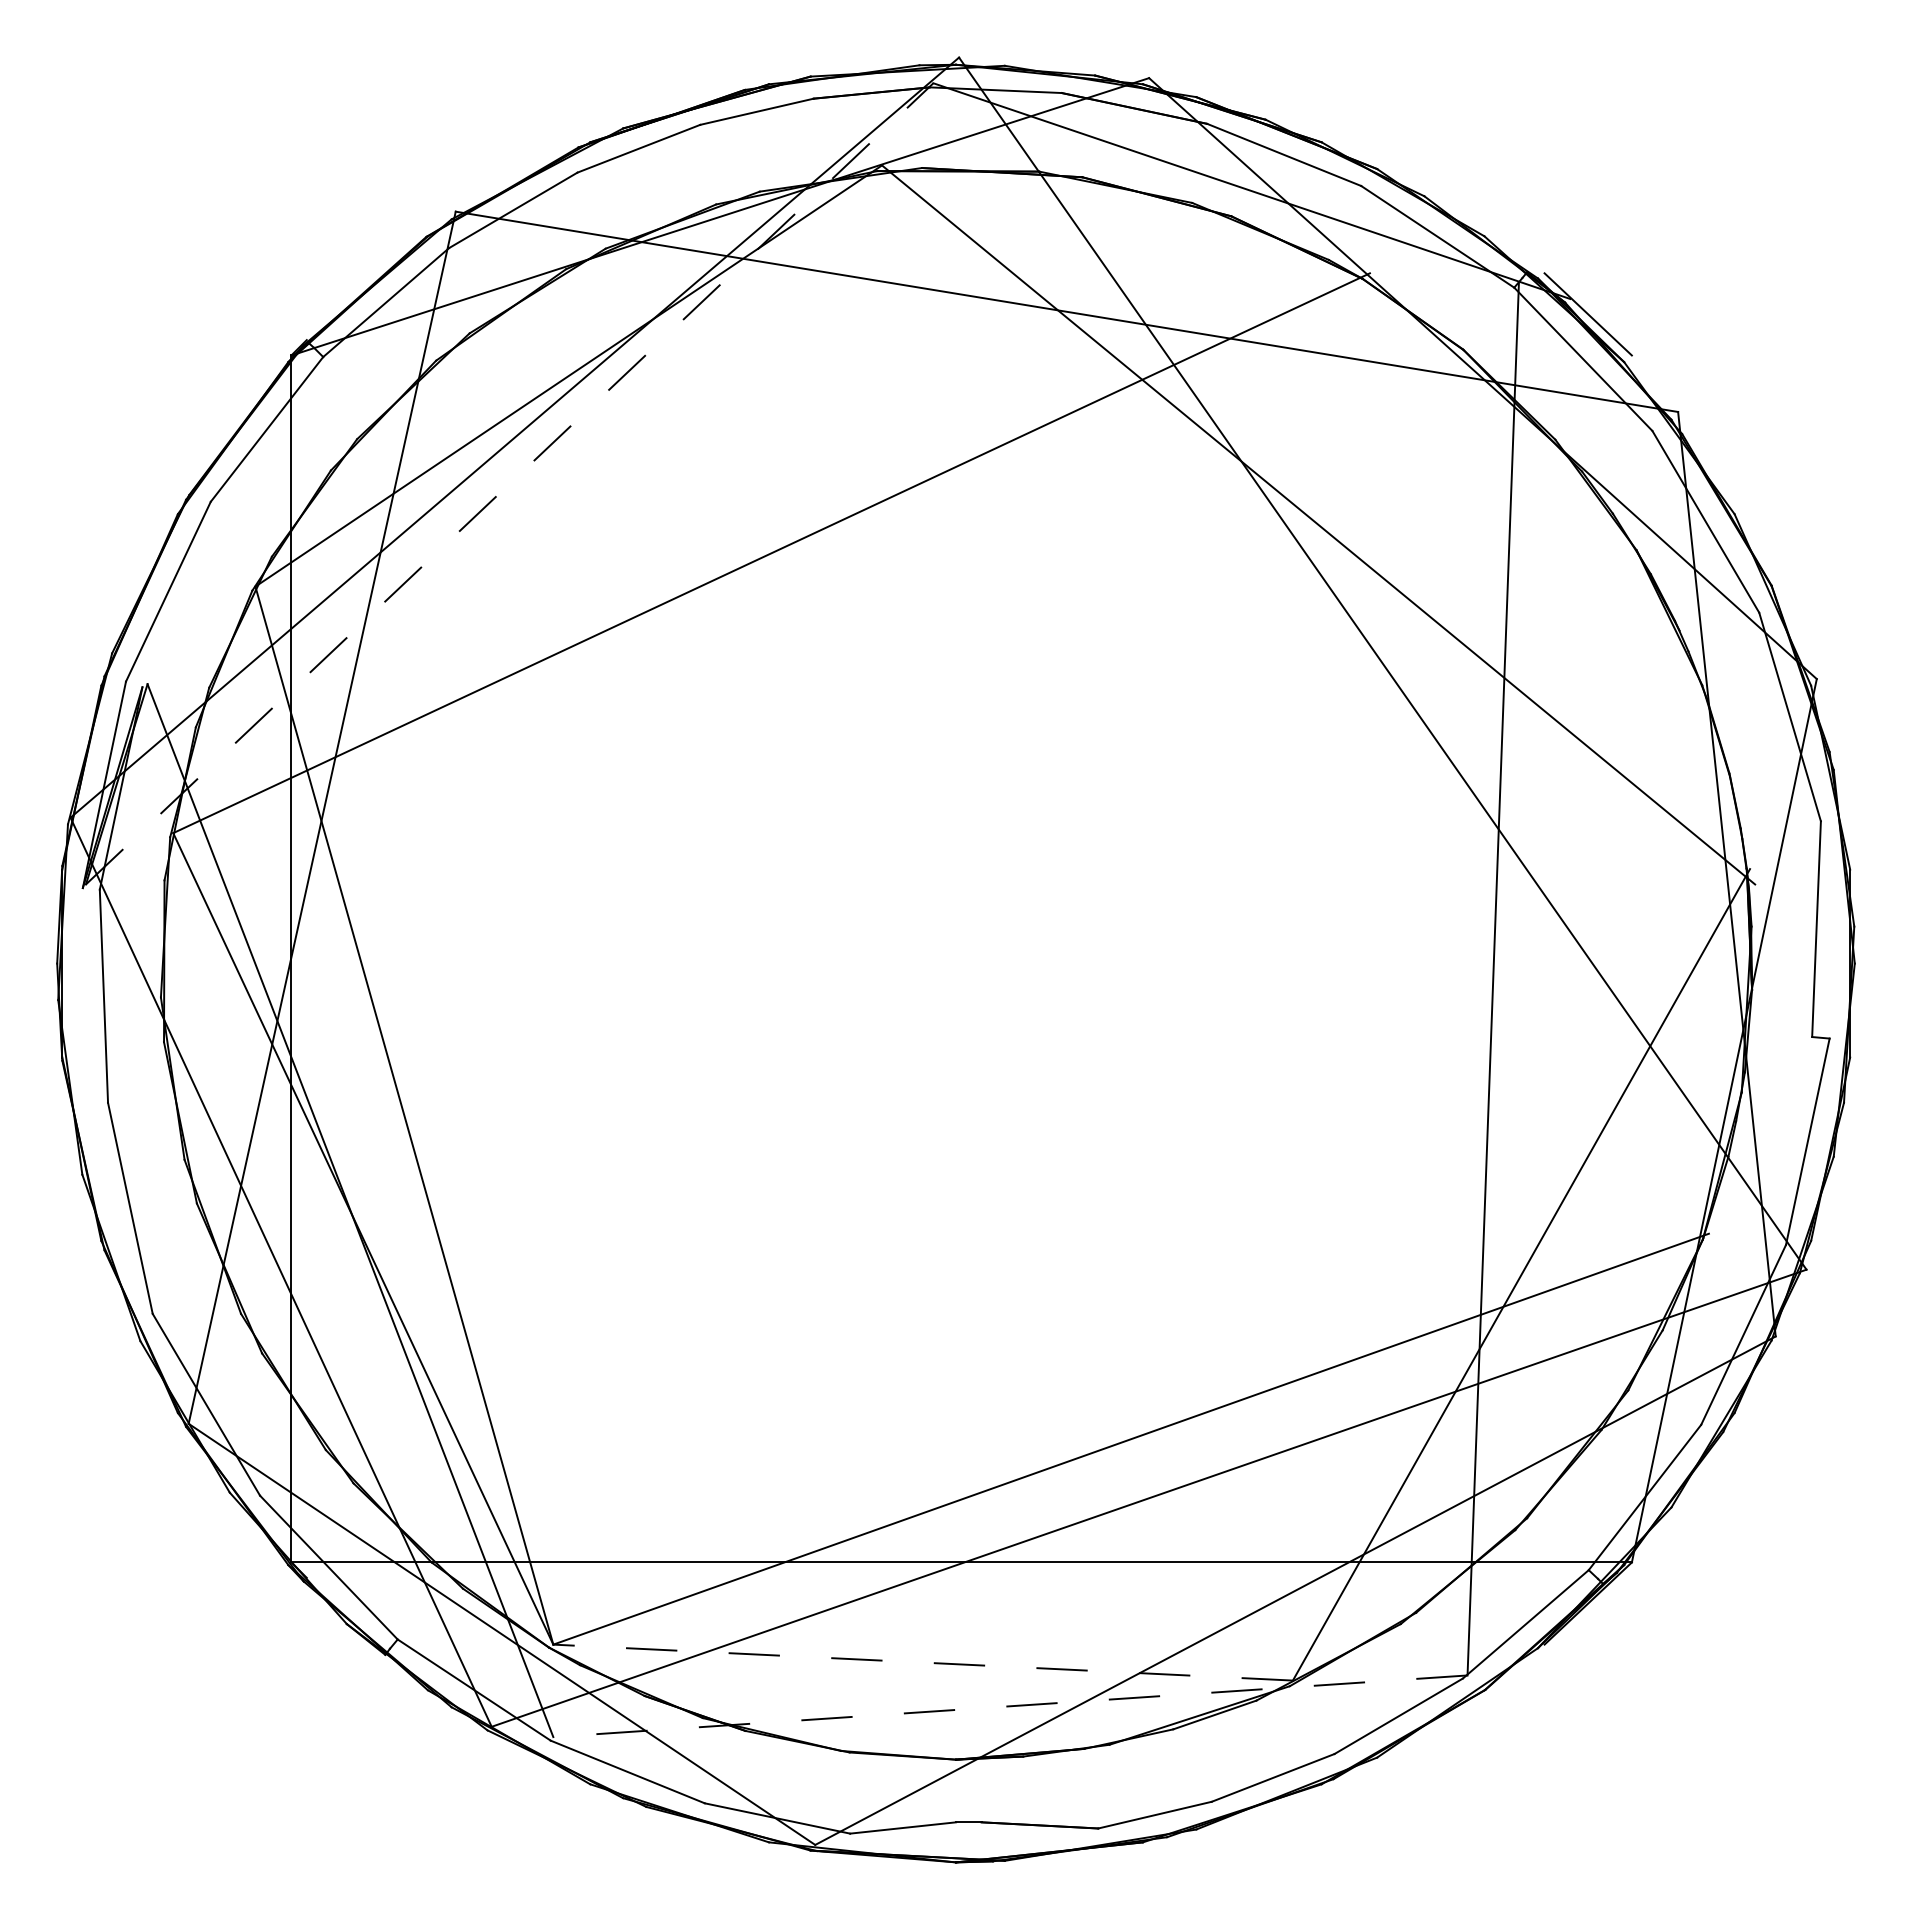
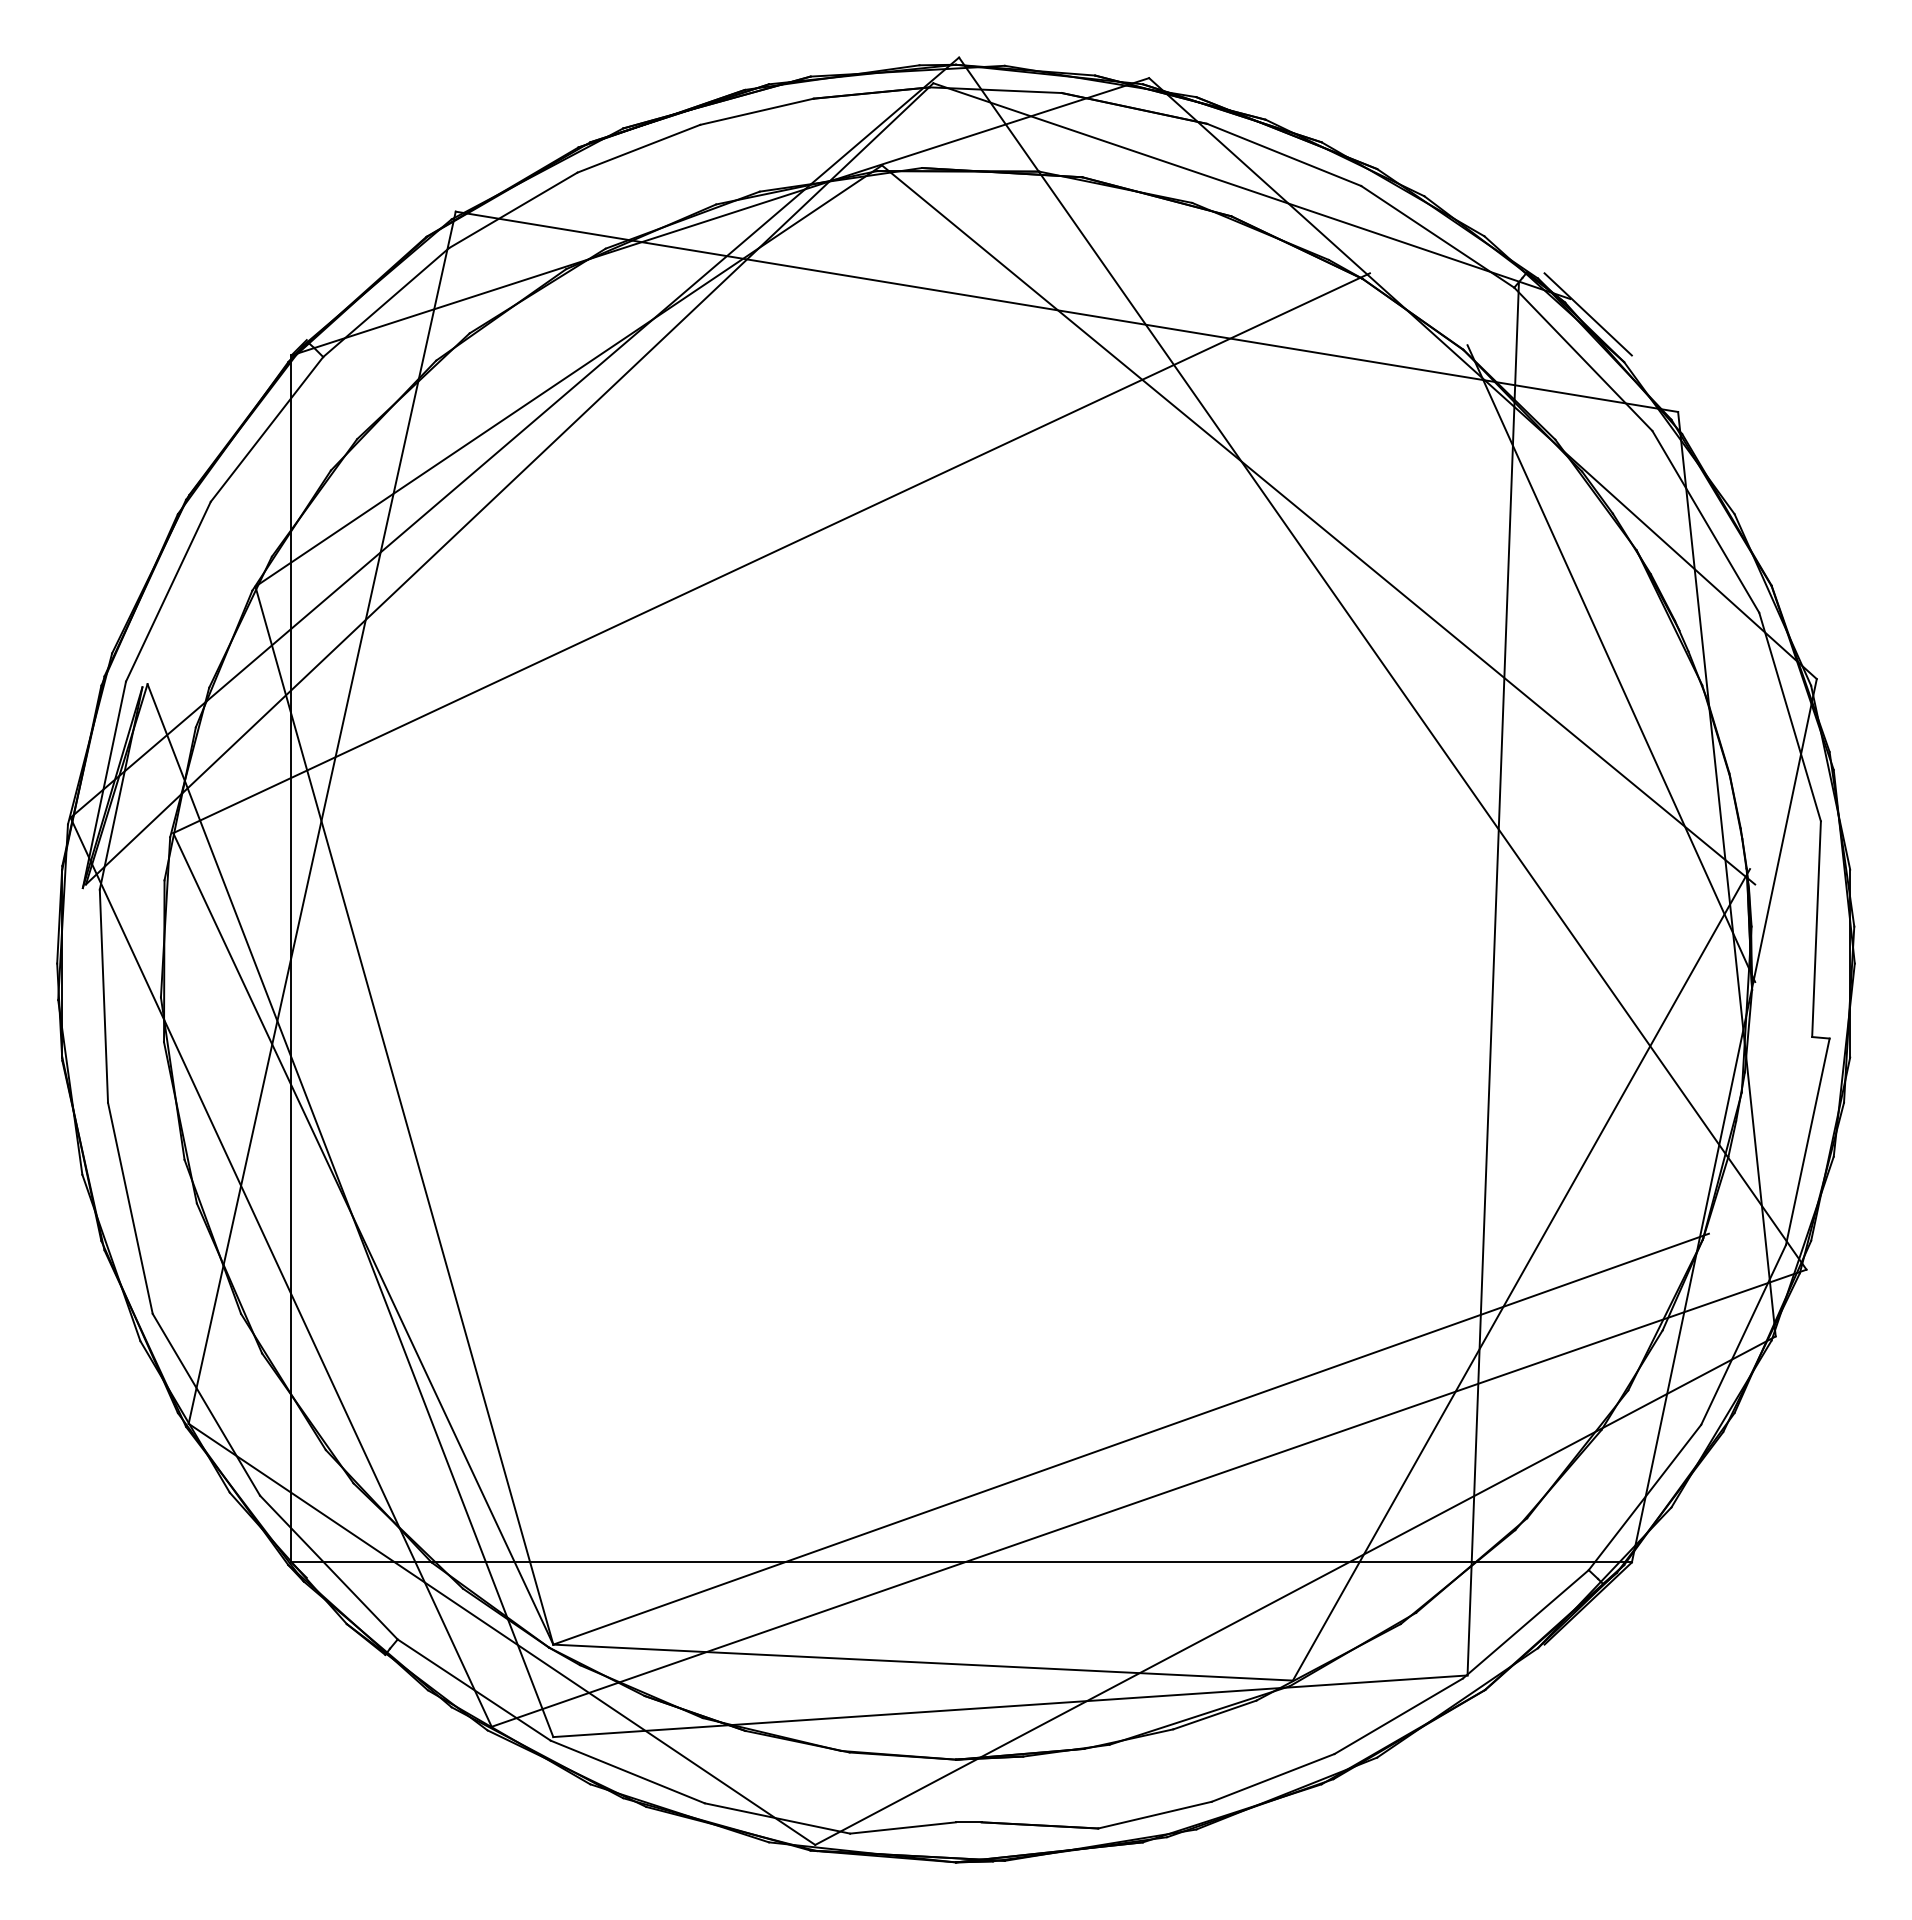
line at (510, 483): dashed -> solid
line at (1611, 663): none -> present
line at (922, 1662): dashed -> solid
line at (1009, 1706): dashed -> solid
